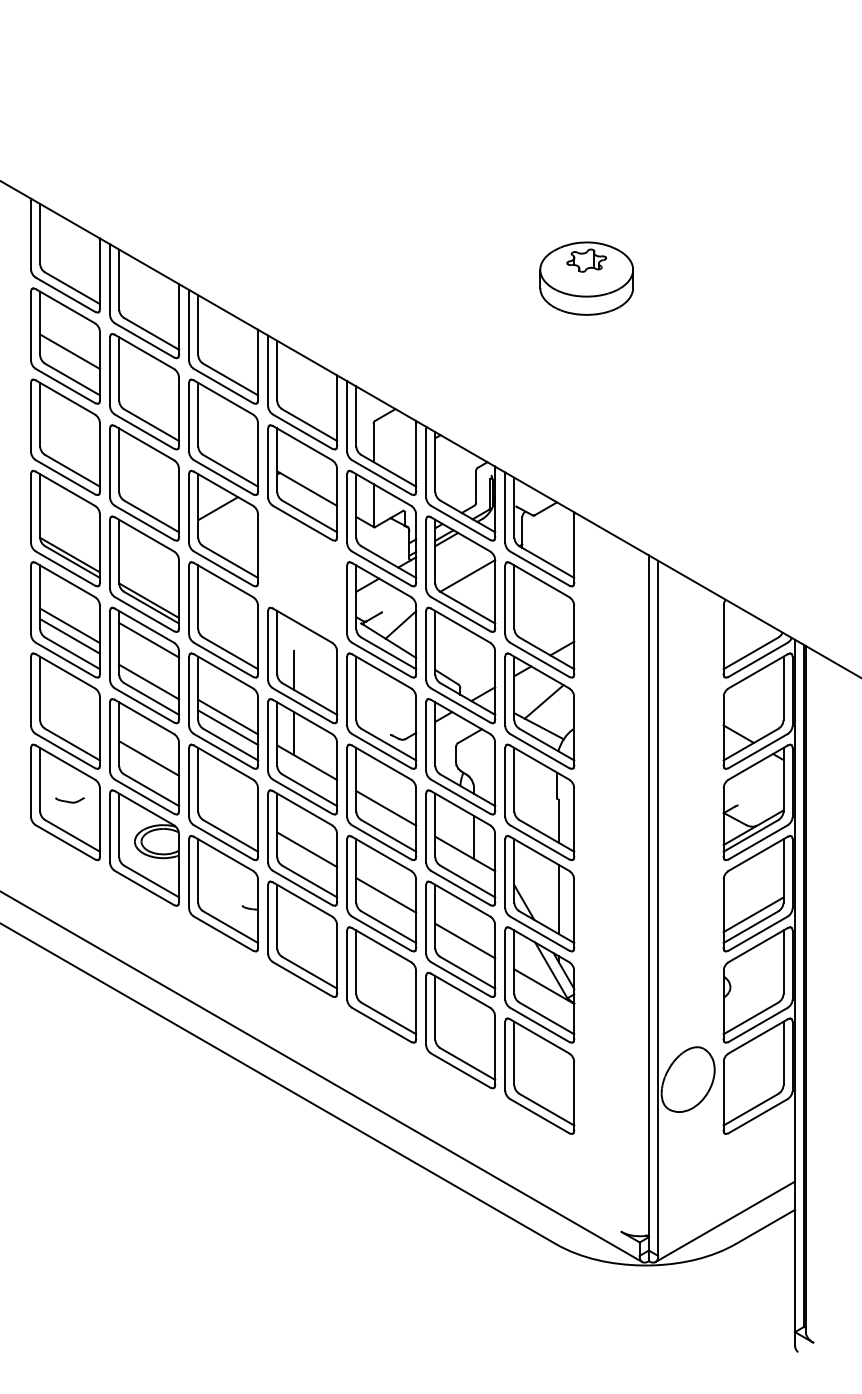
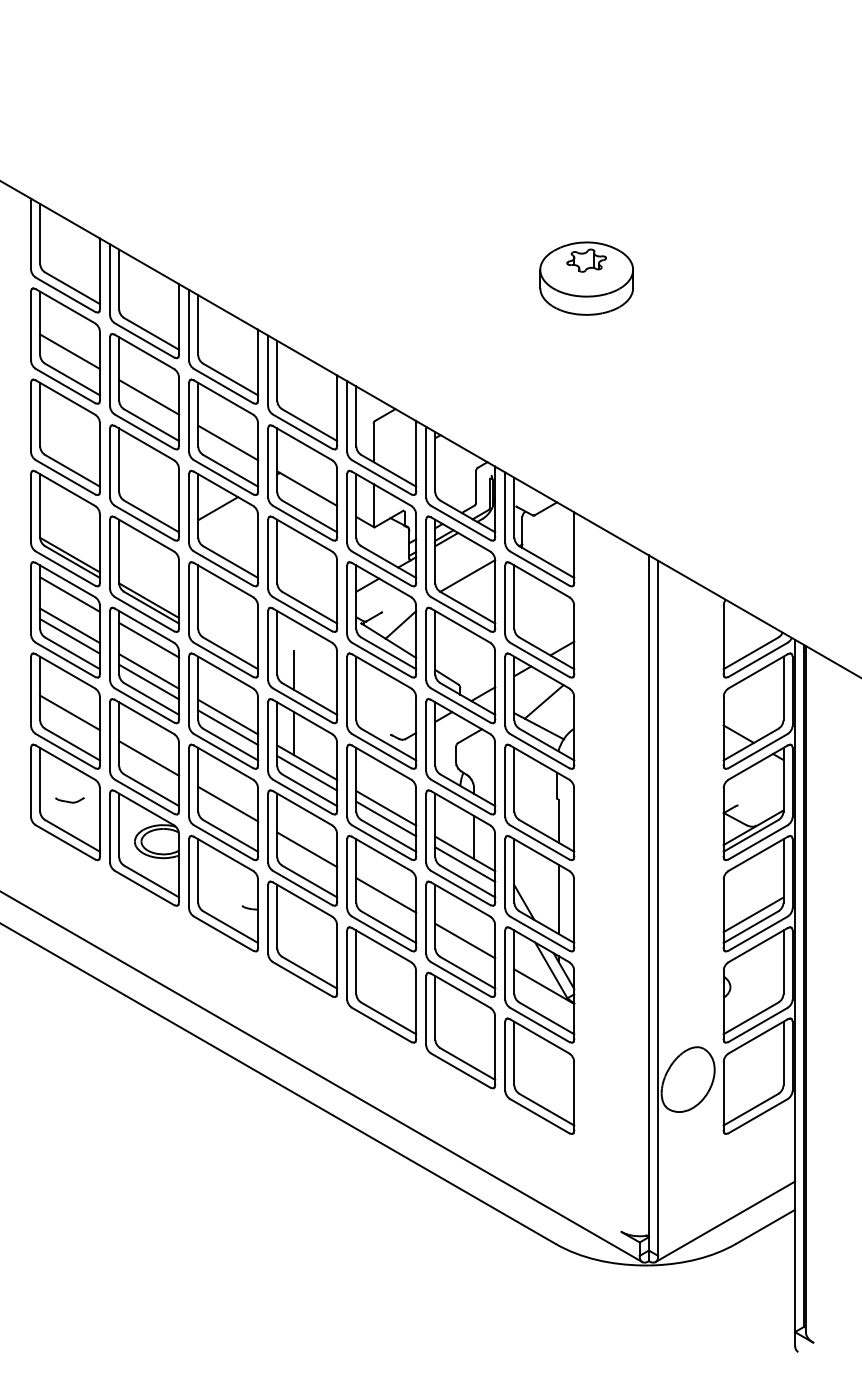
line at (149, 397): none -> present
line at (228, 442): none -> present
part at (302, 573): none -> present
line at (70, 594): none -> present
line at (149, 671): none -> present
line at (70, 712): none -> present
line at (307, 773): none -> present
line at (228, 803): none -> present
line at (386, 818): none -> present
line at (465, 864): none -> present
